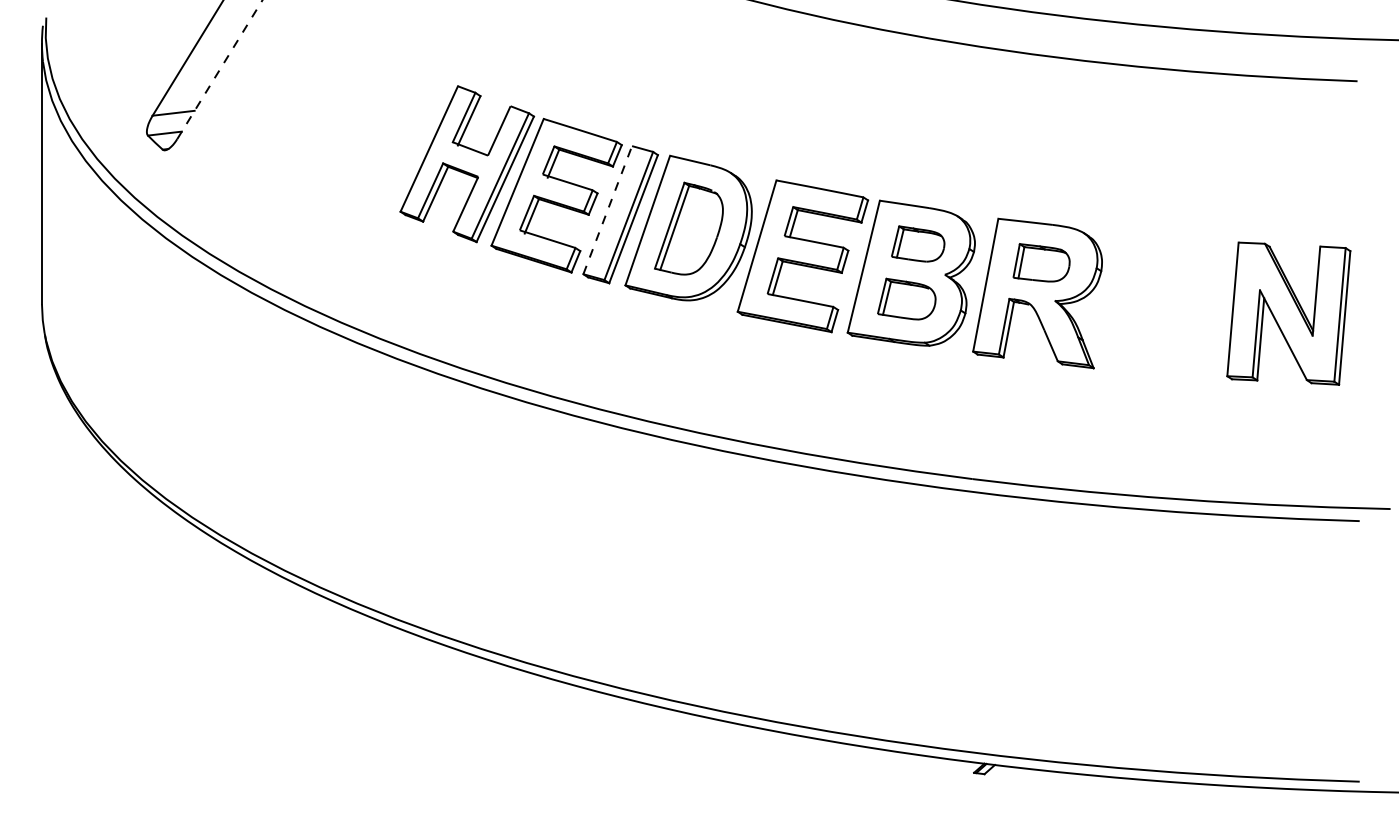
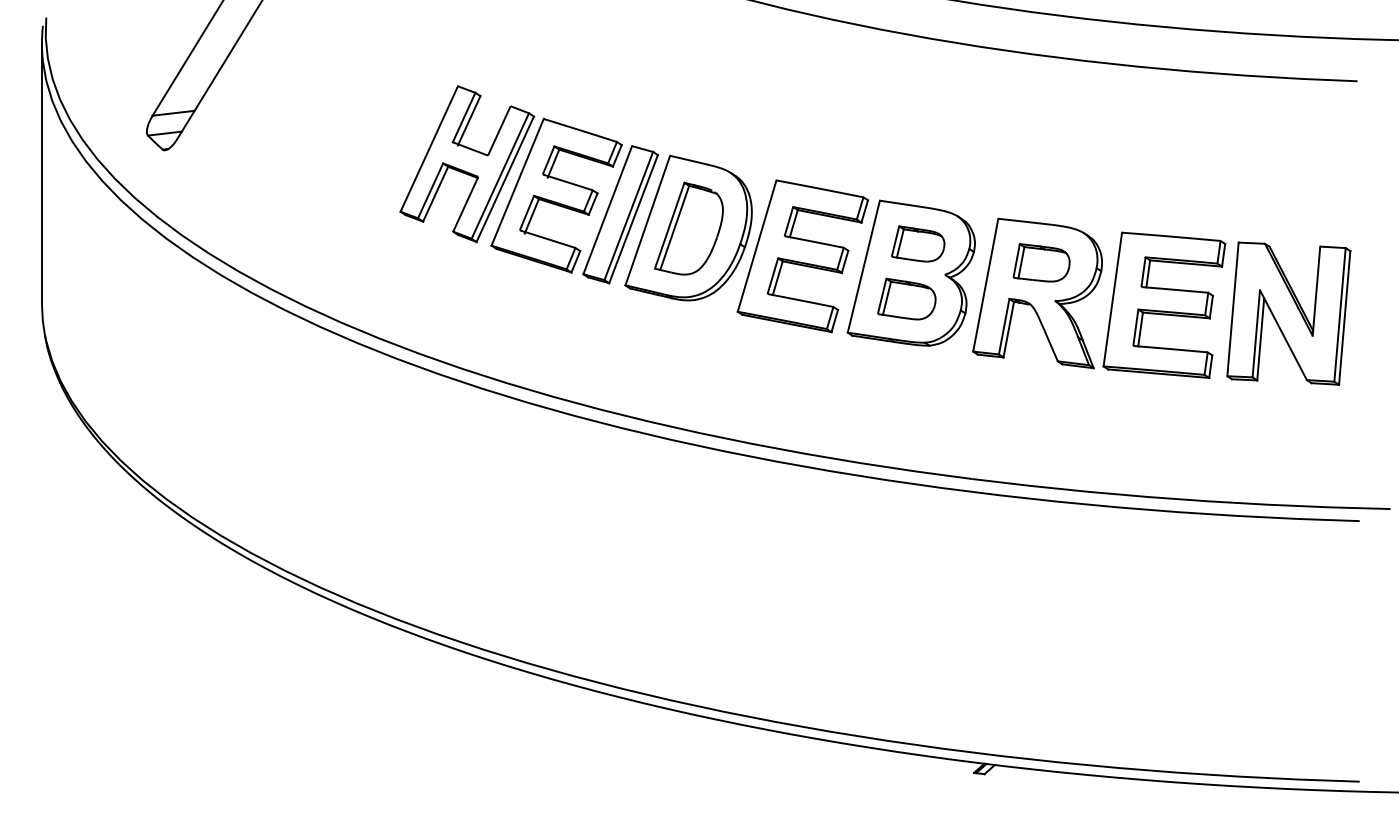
line at (220, 69): dashed -> solid
line at (607, 210): dashed -> solid
part at (1164, 304): none -> present
